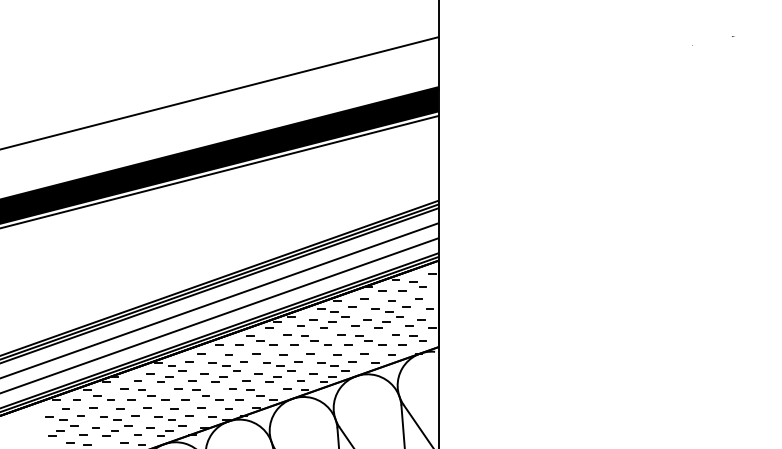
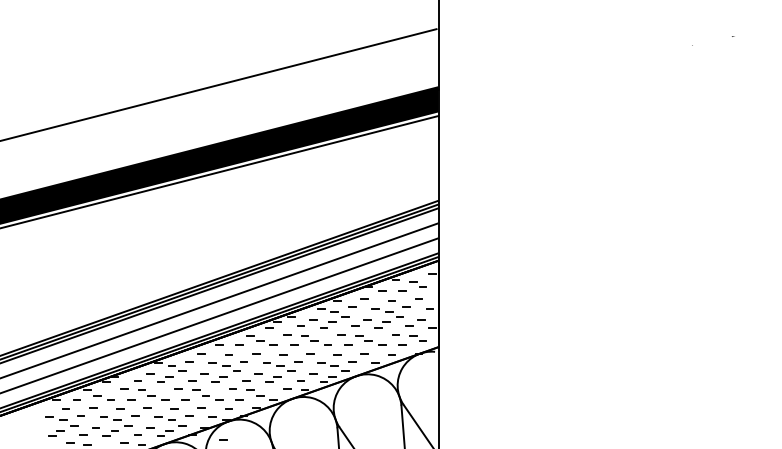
line at (220, 93) position: (220, 93) -> (219, 84)
line at (223, 439): none -> present
